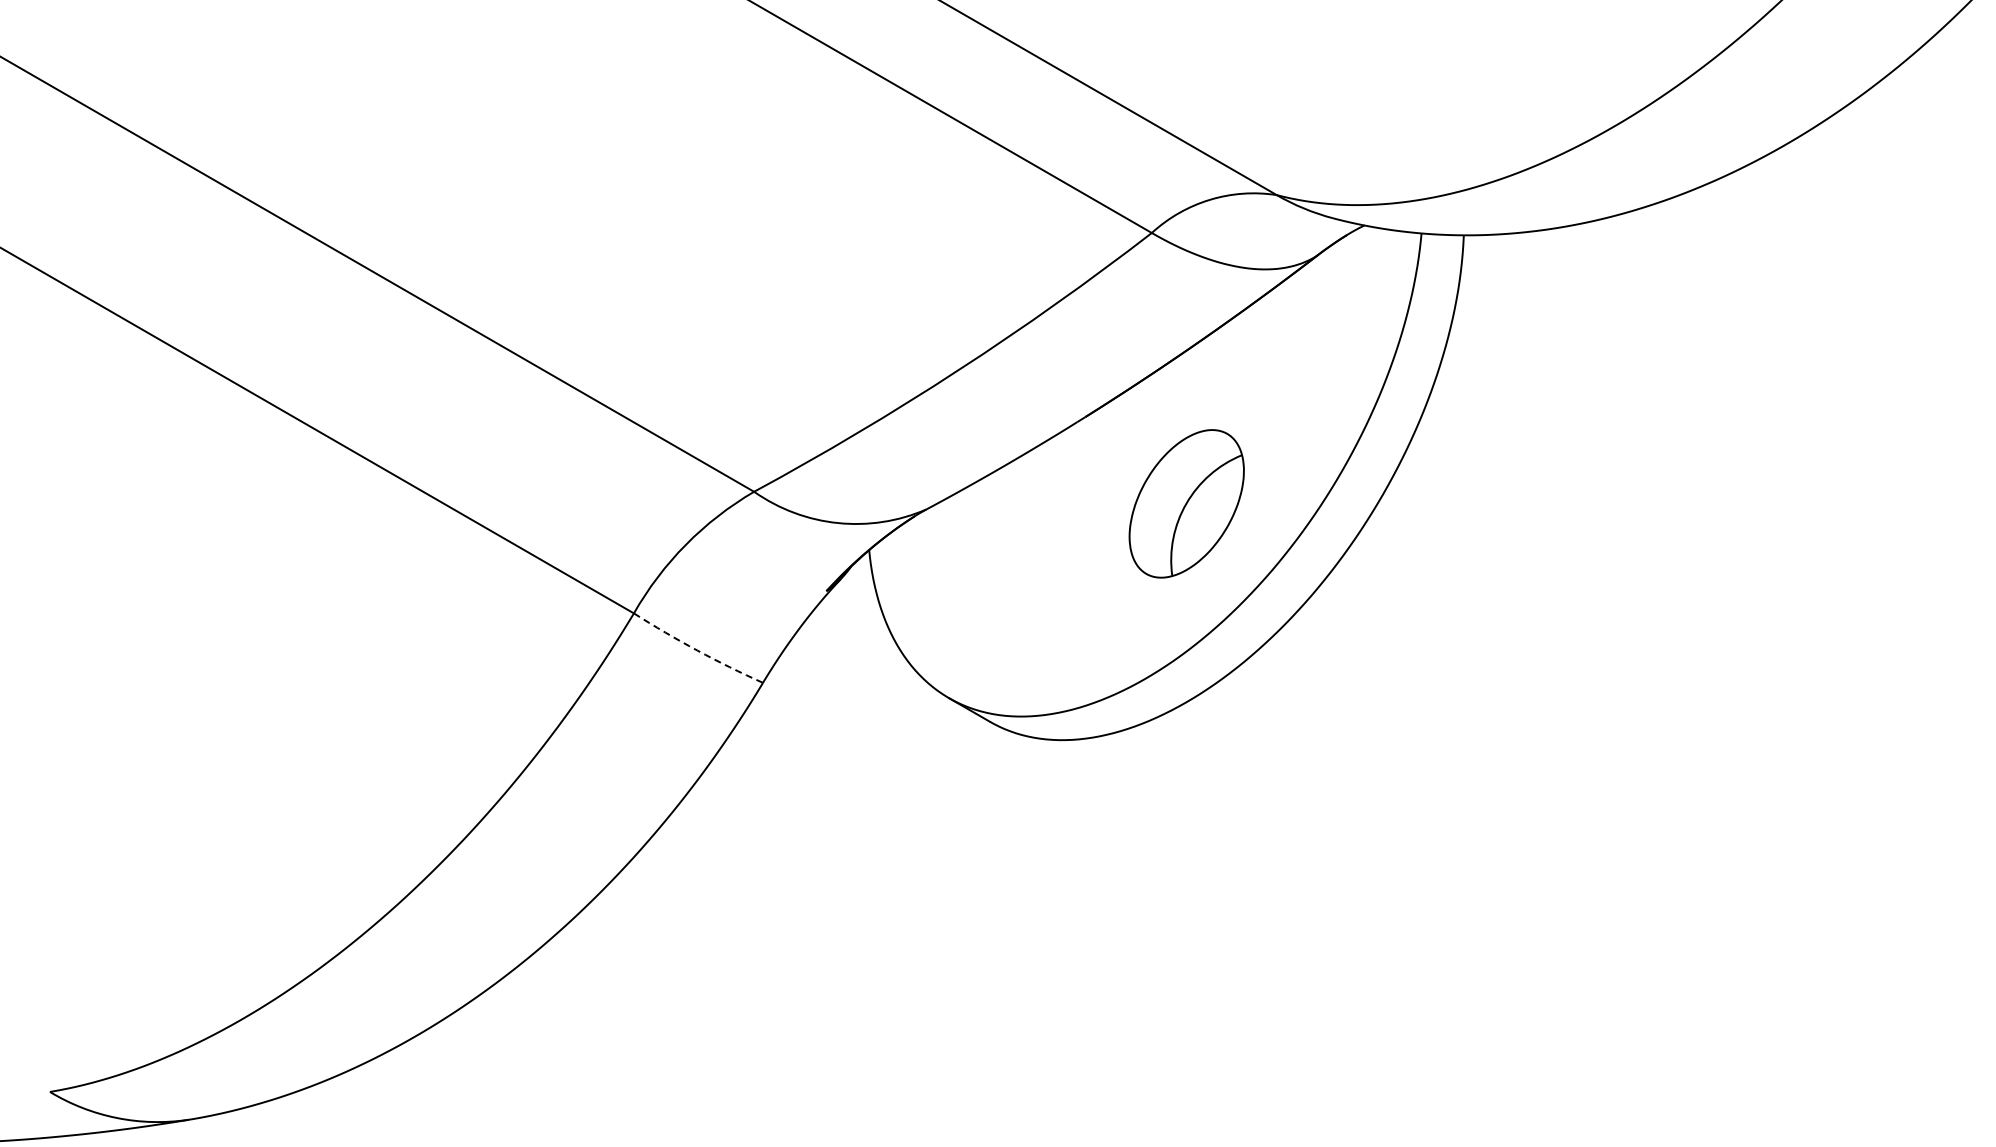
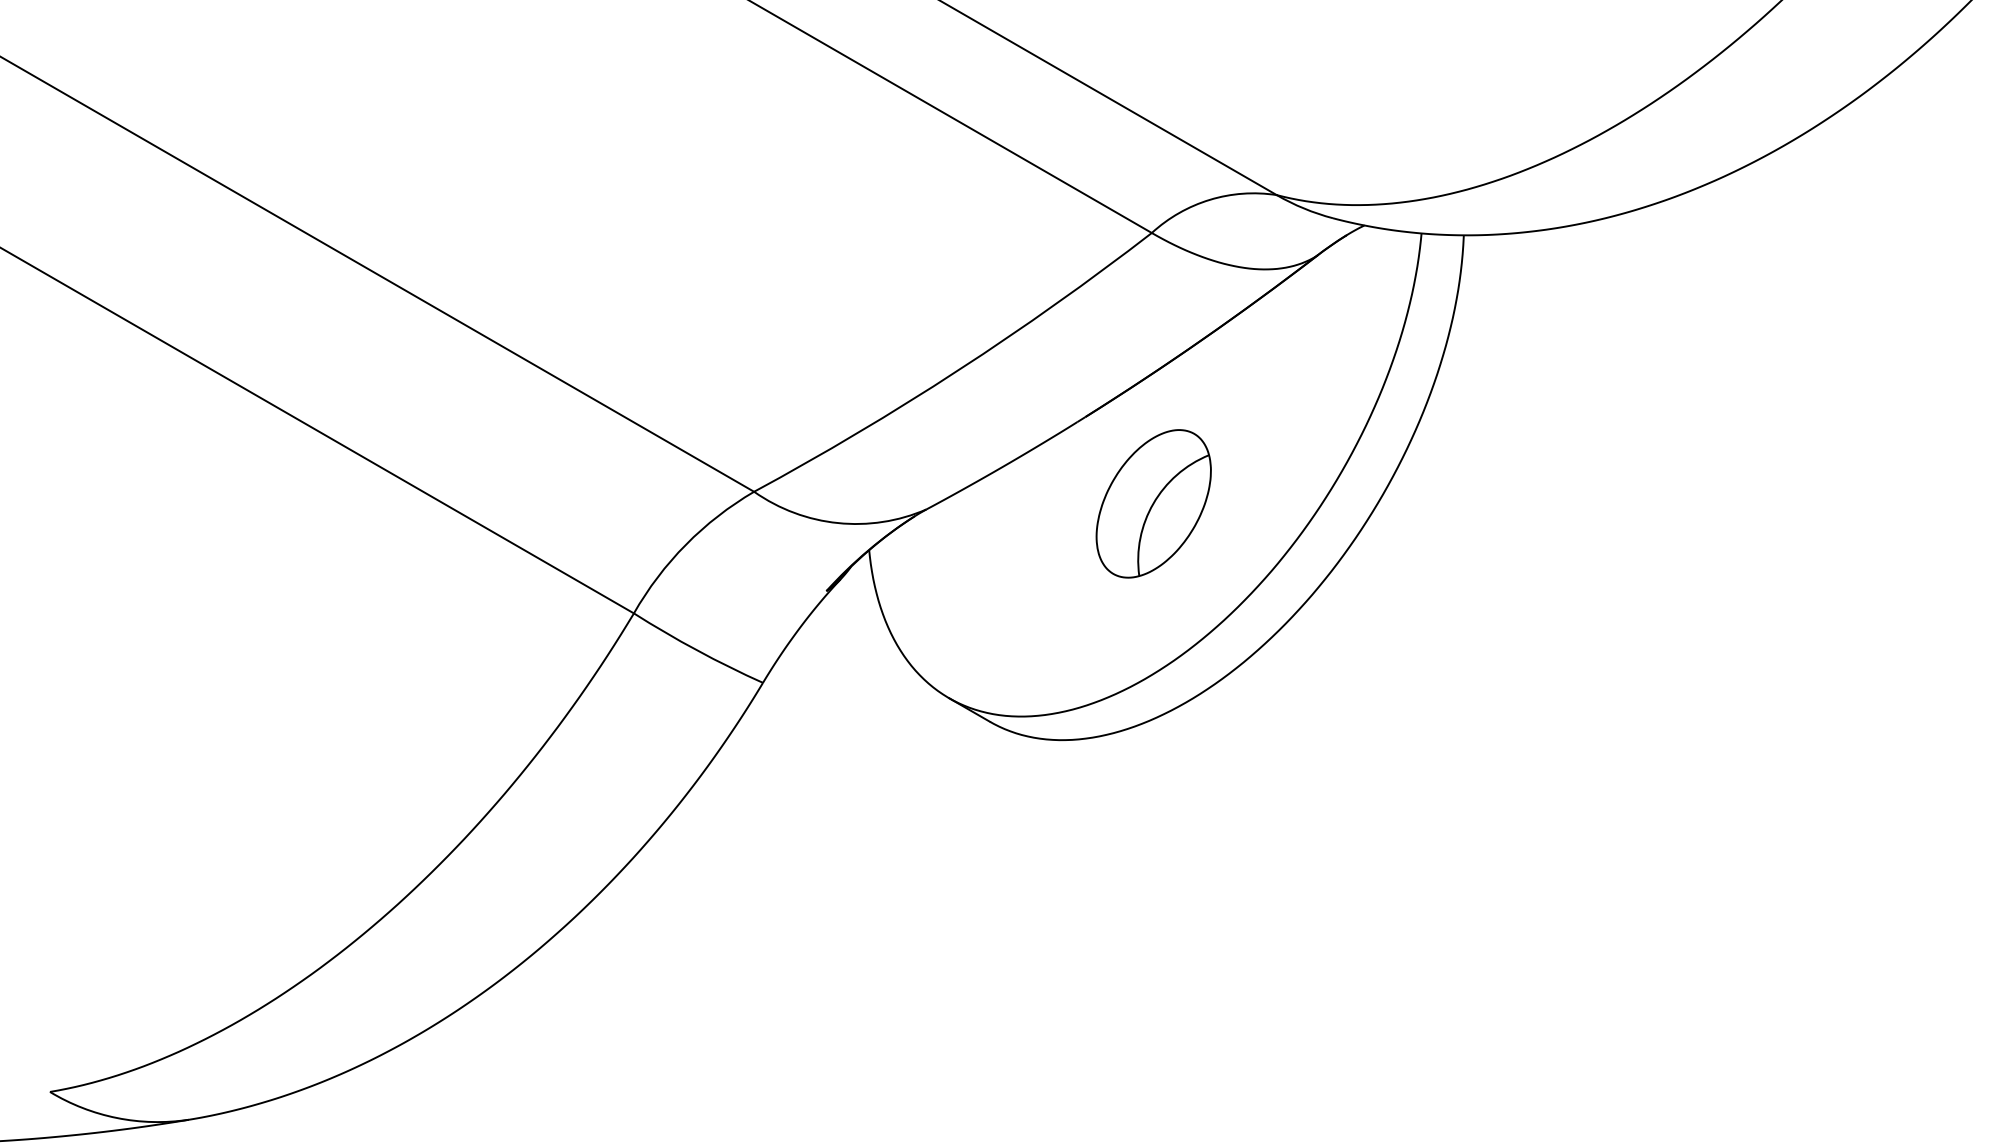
part at (1186, 503) position: (1186, 503) -> (1153, 503)
arc at (697, 650): dashed -> solid
